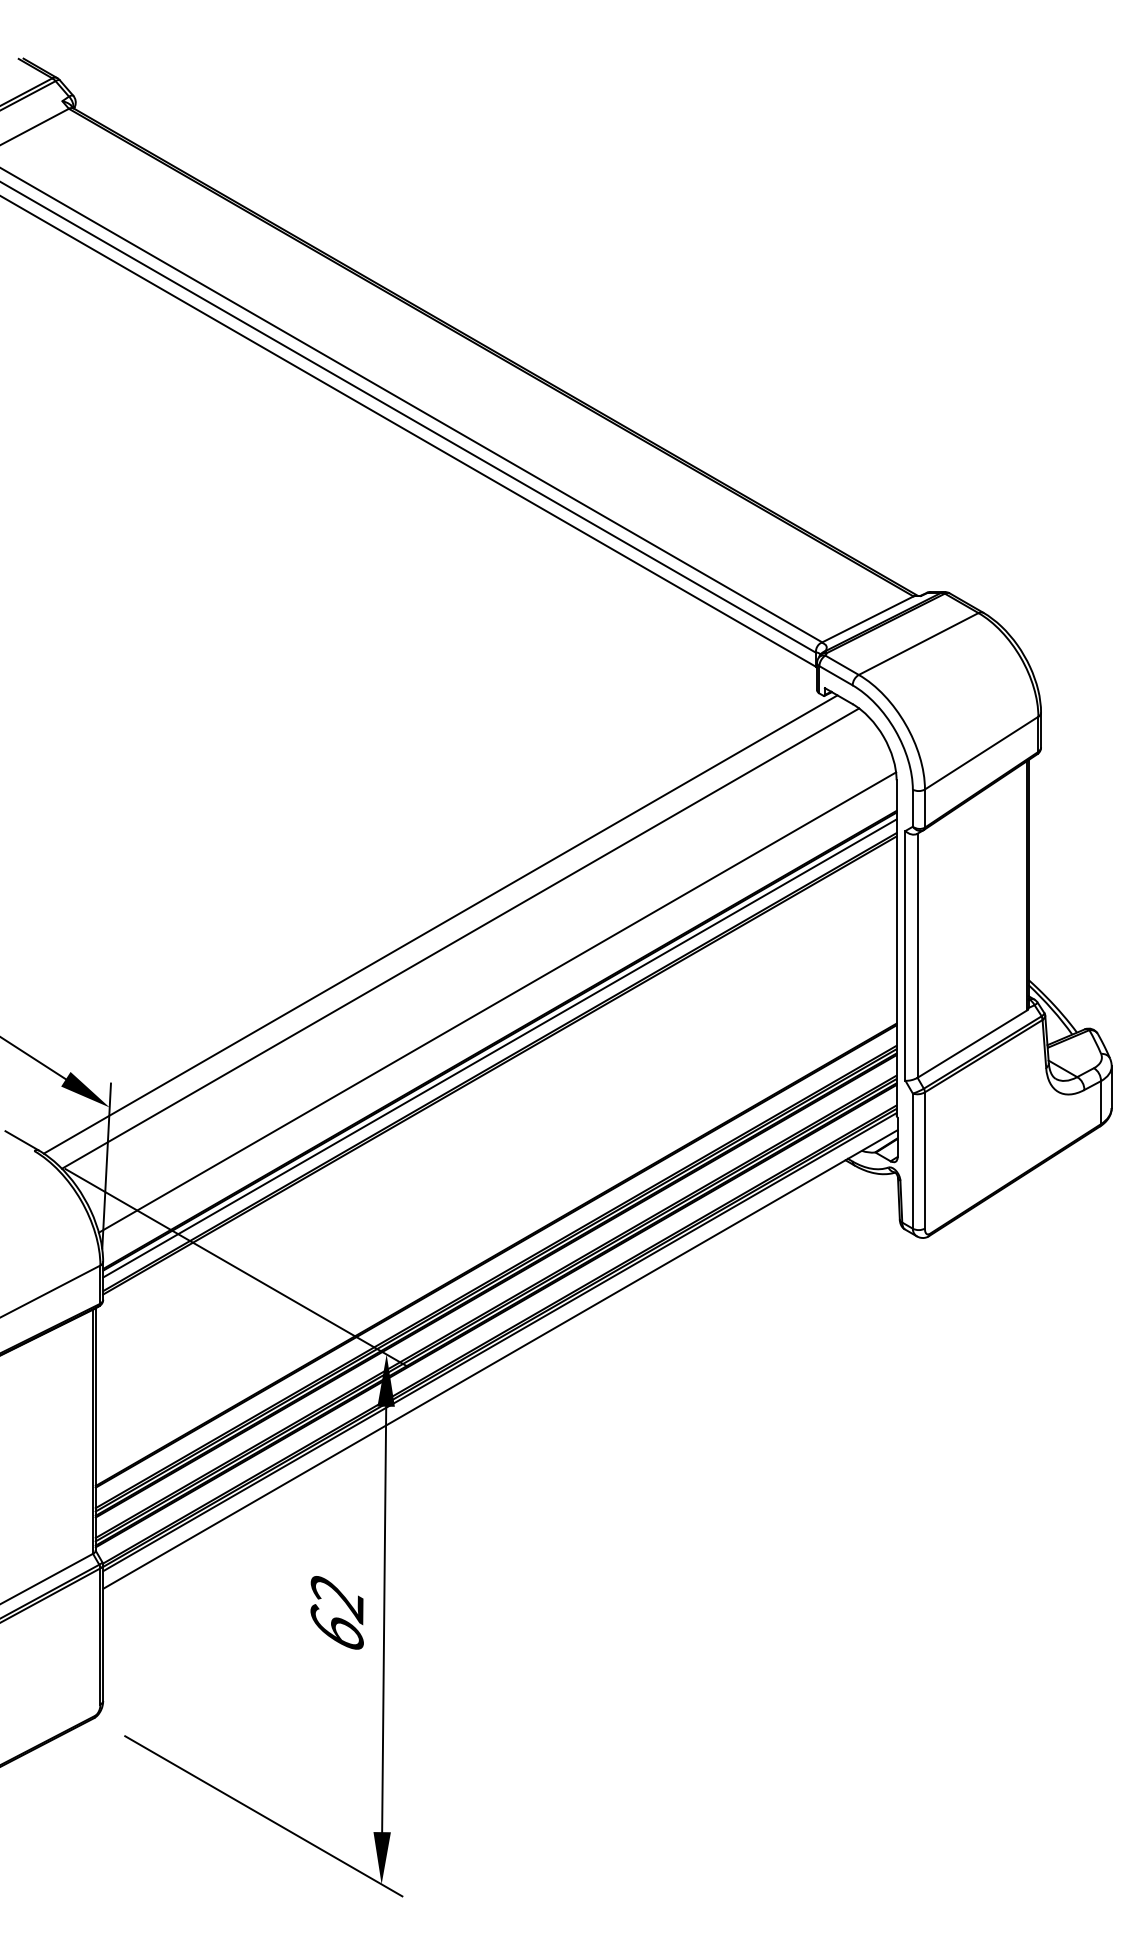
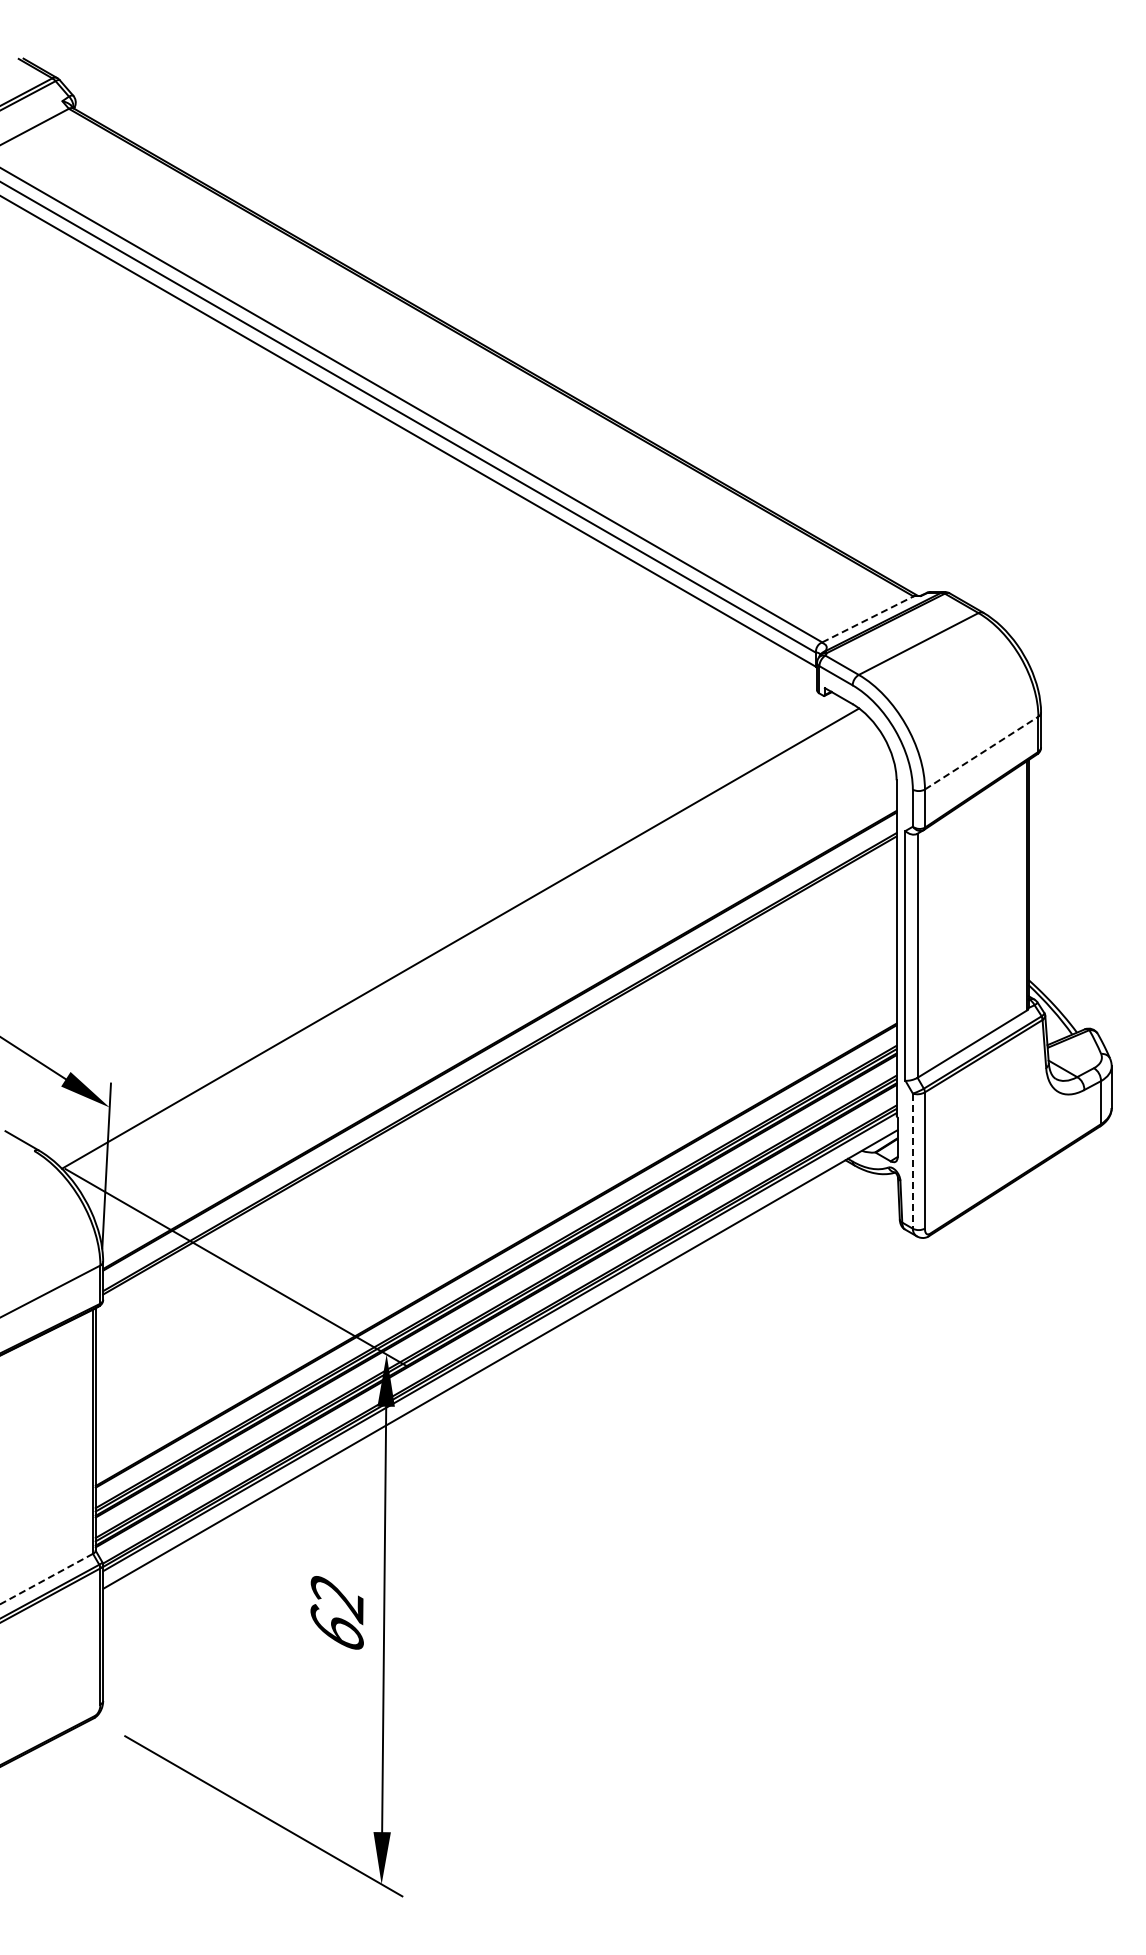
line at (868, 619): solid -> dashed
line at (982, 752): solid -> dashed
line at (440, 924): present -> none
line at (497, 1002): present -> none
line at (499, 1048): present -> none
line at (912, 1161): solid -> dashed
line at (46, 1579): solid -> dashed
